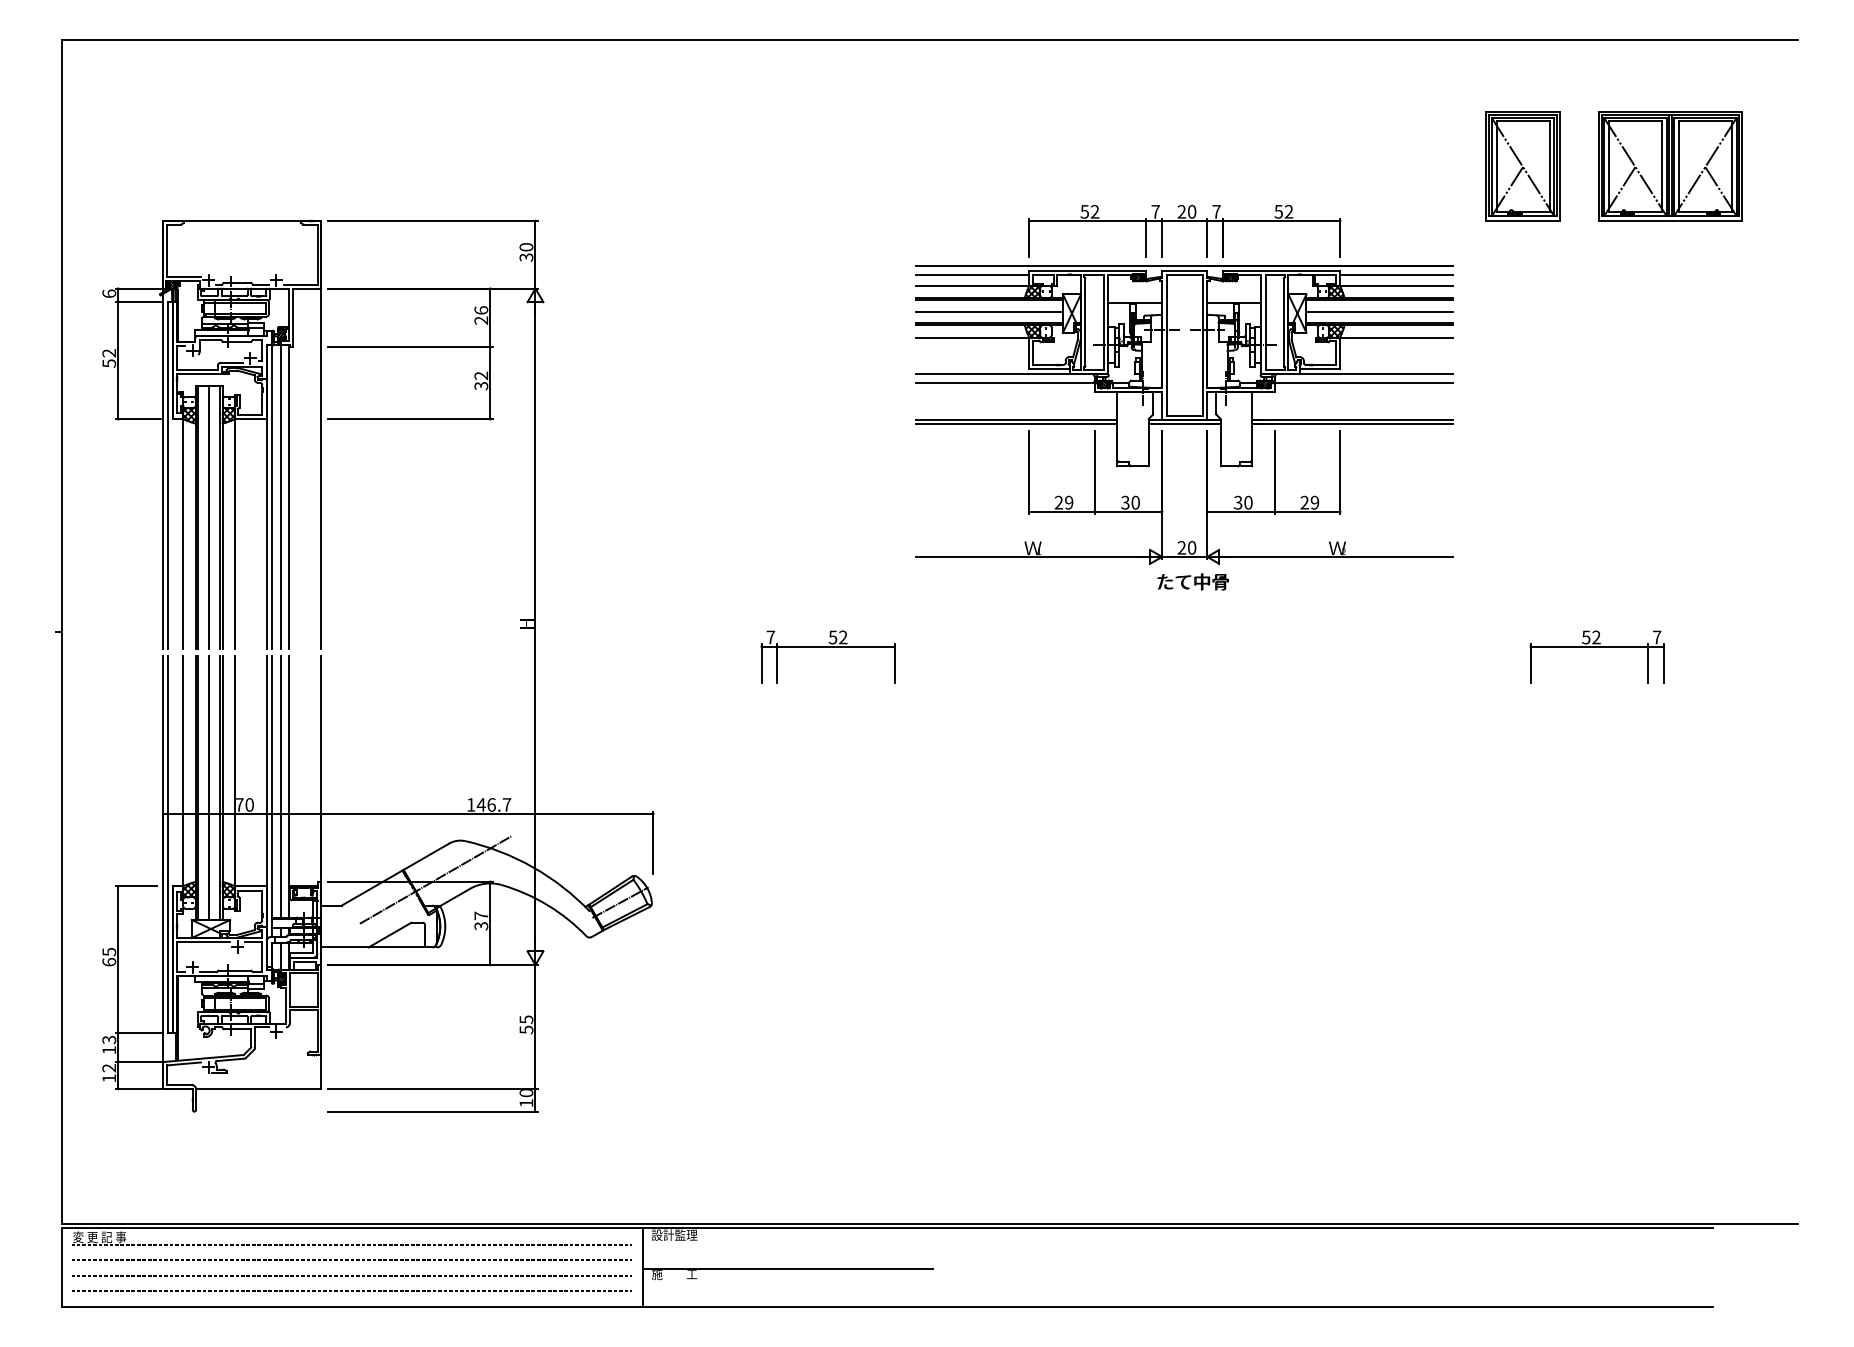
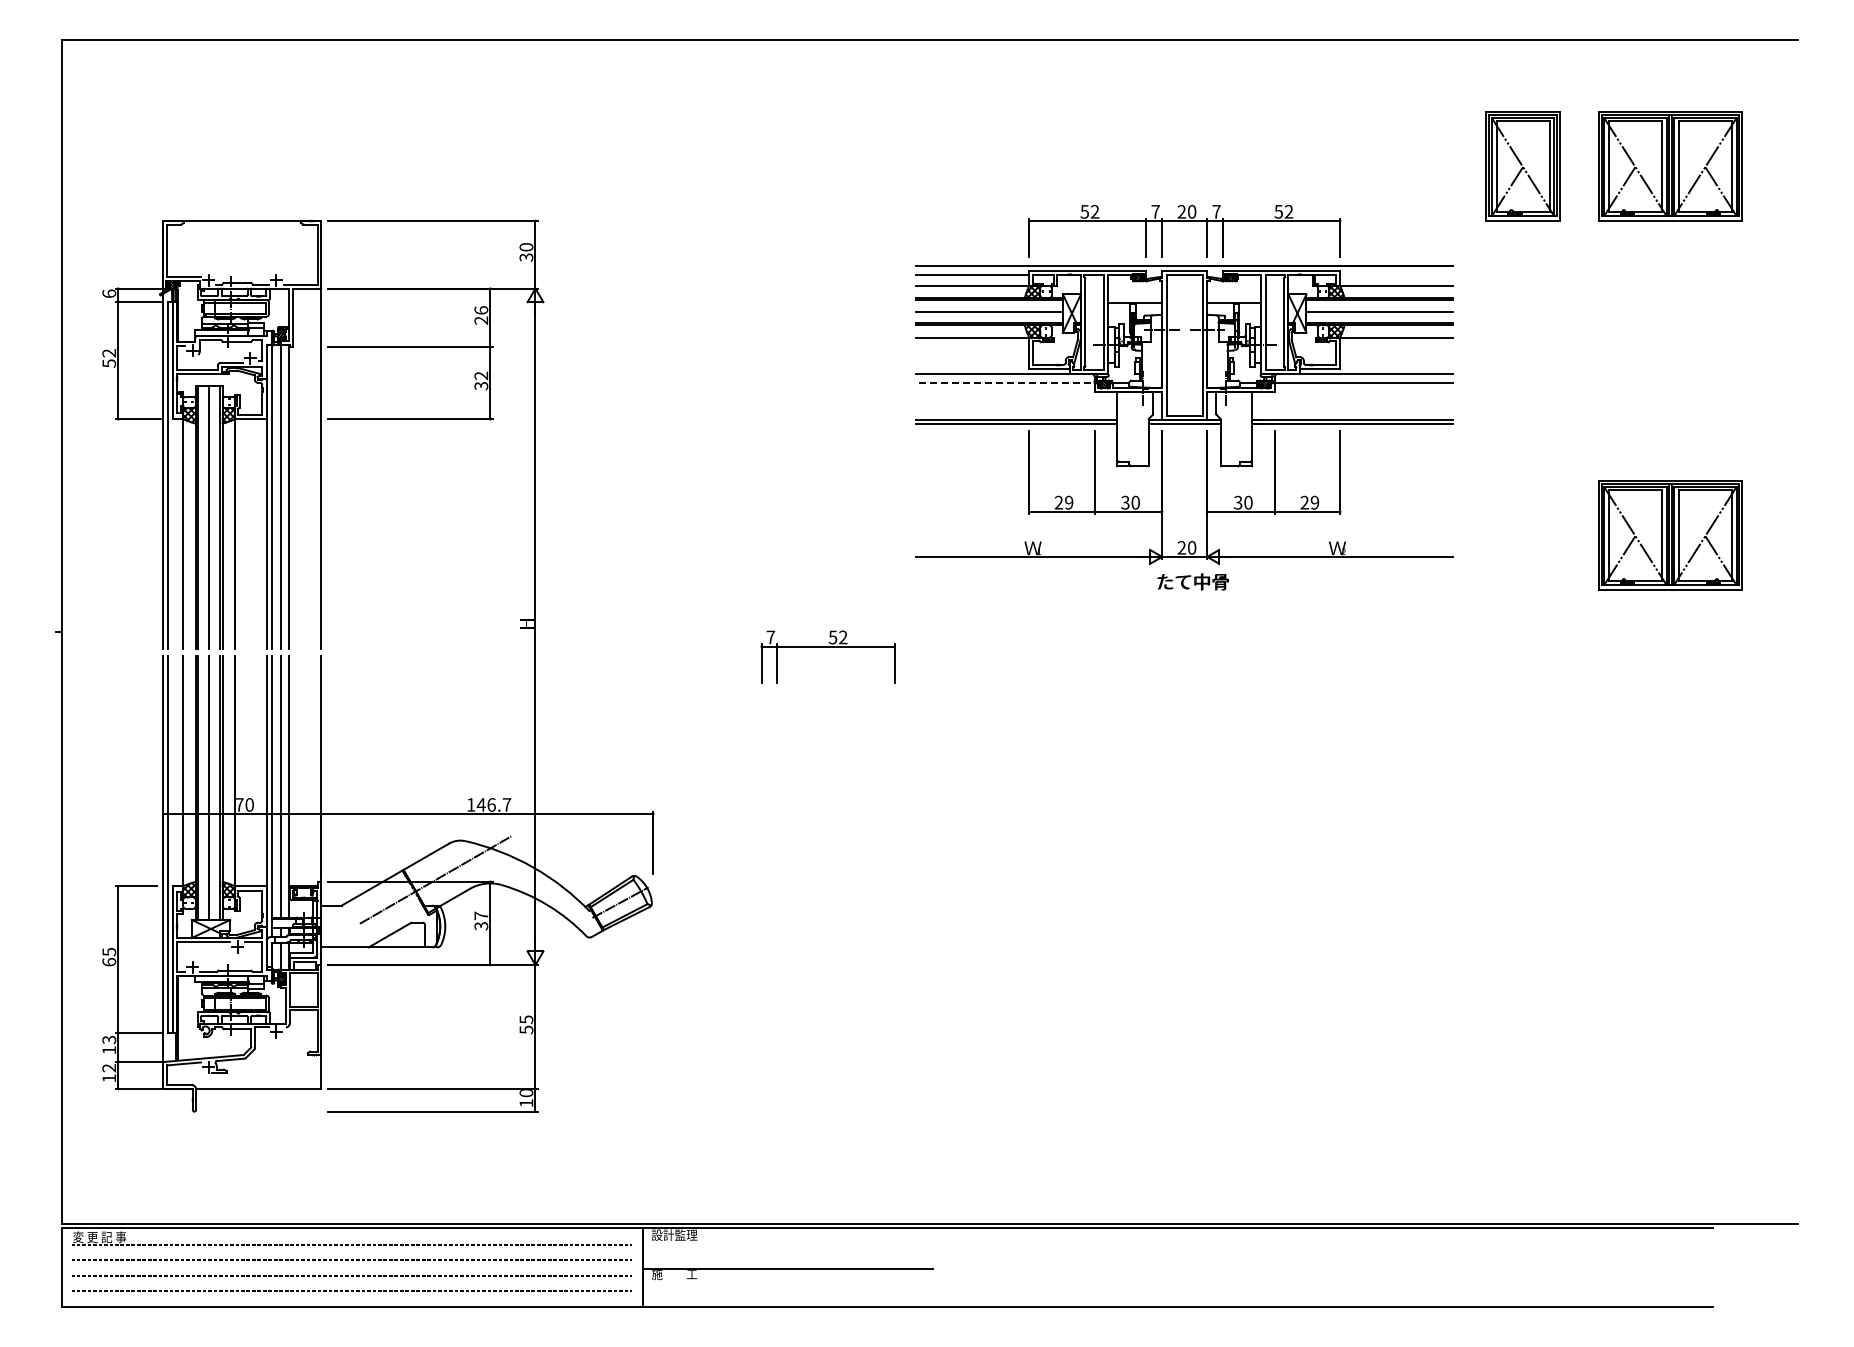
line at (1396, 275): present -> none
line at (1008, 383): solid -> dashed
part at (1670, 535): none -> present
part at (1596, 647): present -> none
